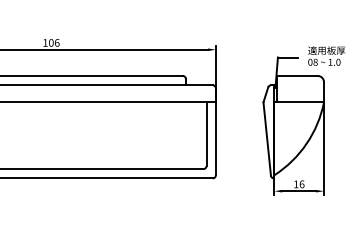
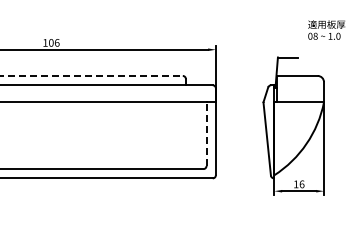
text at (326, 55) position: (326, 55) -> (326, 29)
line at (91, 75): solid -> dashed
line at (206, 134): solid -> dashed
